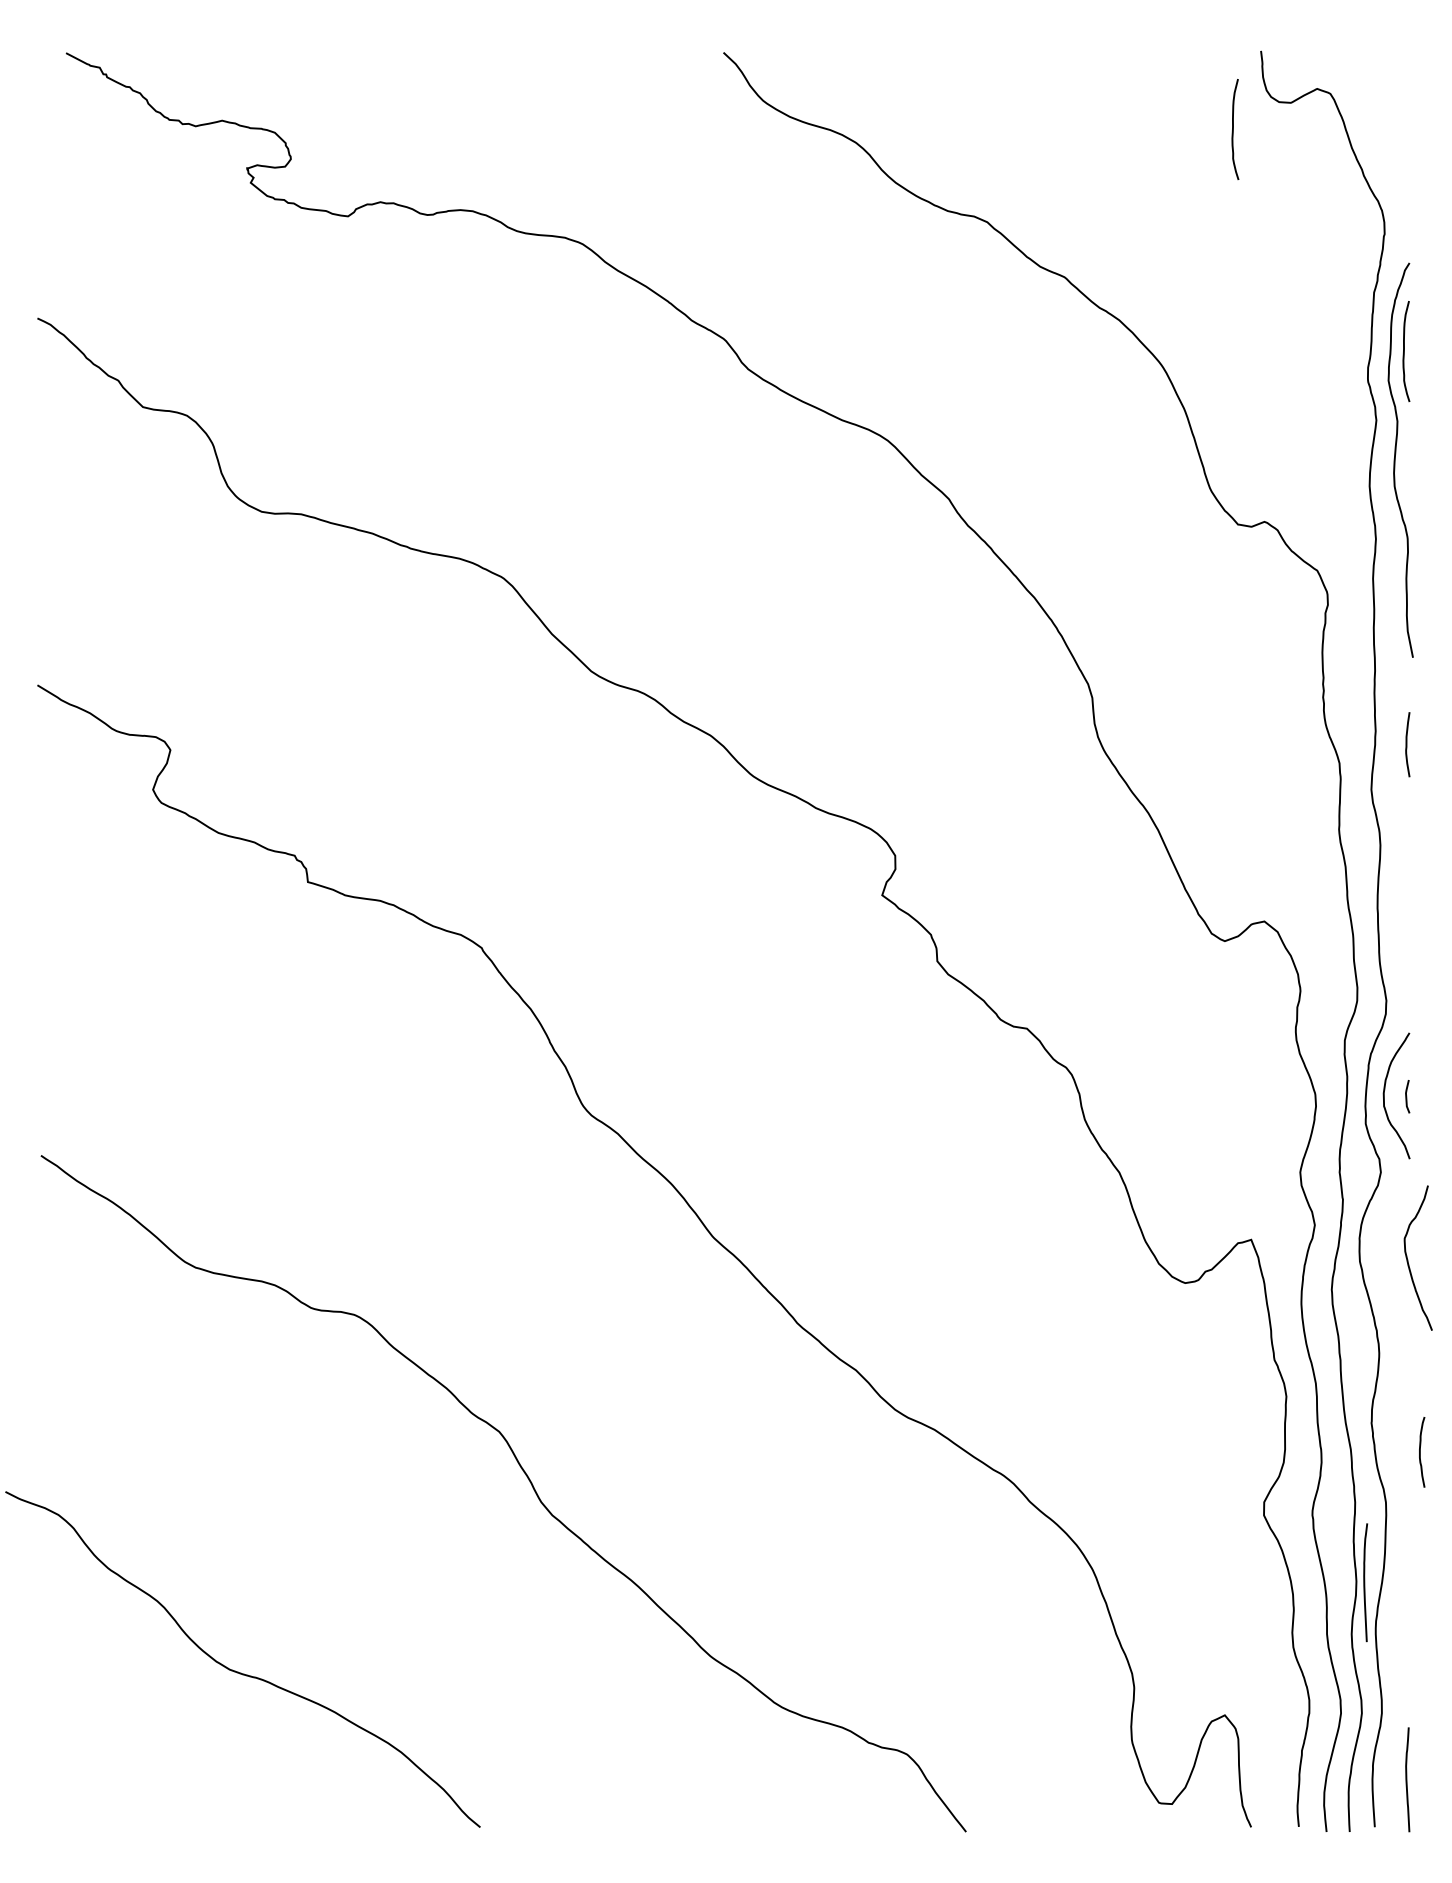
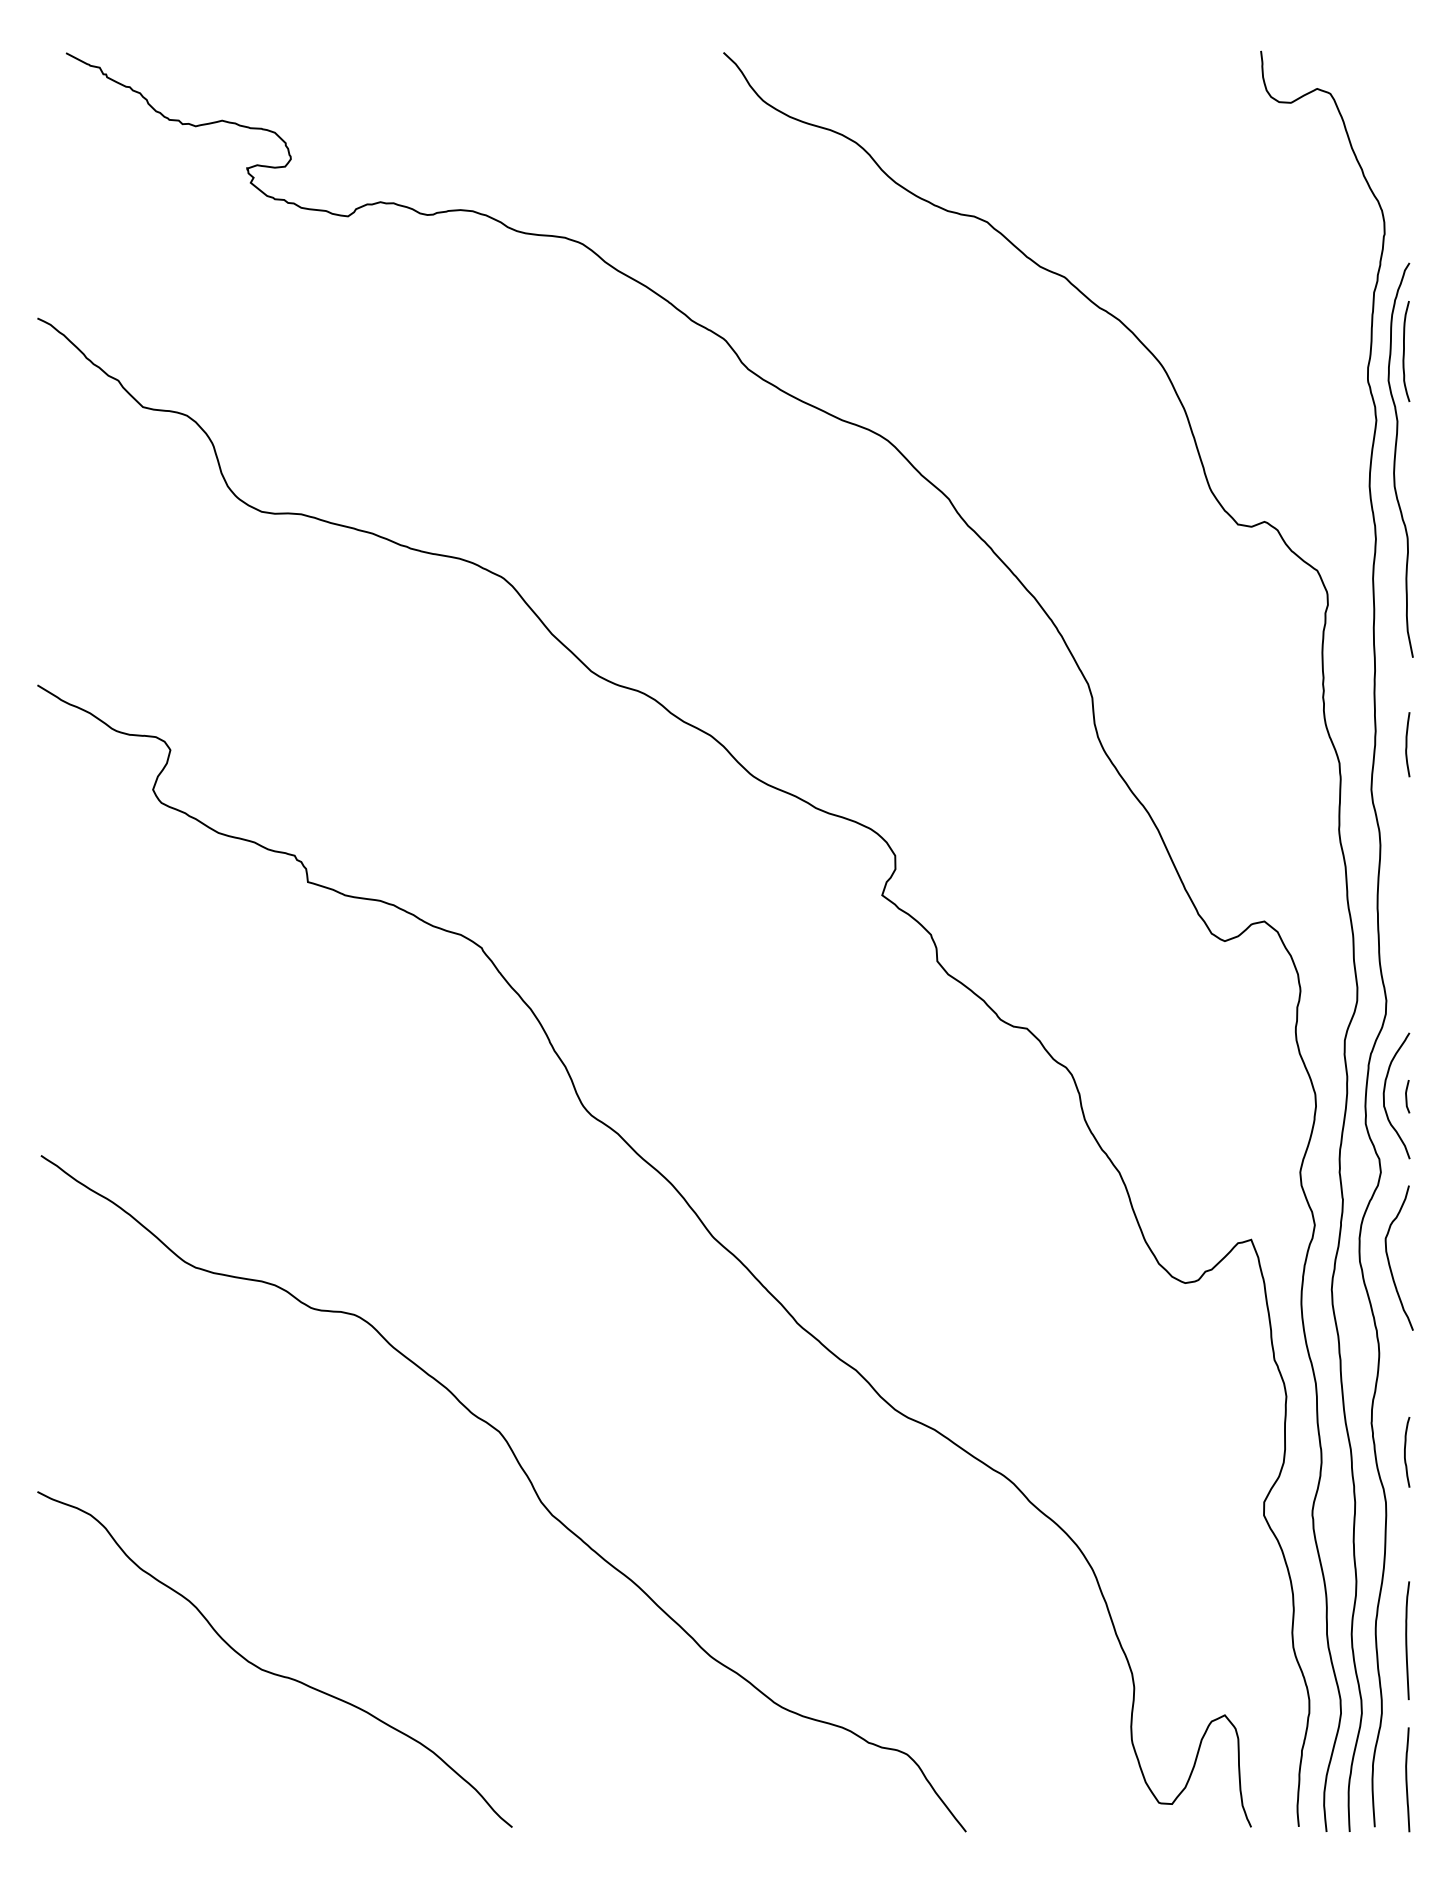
curve at (1233, 129): present -> none
curve at (1408, 1259) position: (1408, 1259) -> (1389, 1259)
curve at (1420, 1452) position: (1420, 1452) -> (1405, 1452)
curve at (1365, 1582) position: (1365, 1582) -> (1407, 1640)
curve at (238, 1671) position: (238, 1671) -> (270, 1671)
